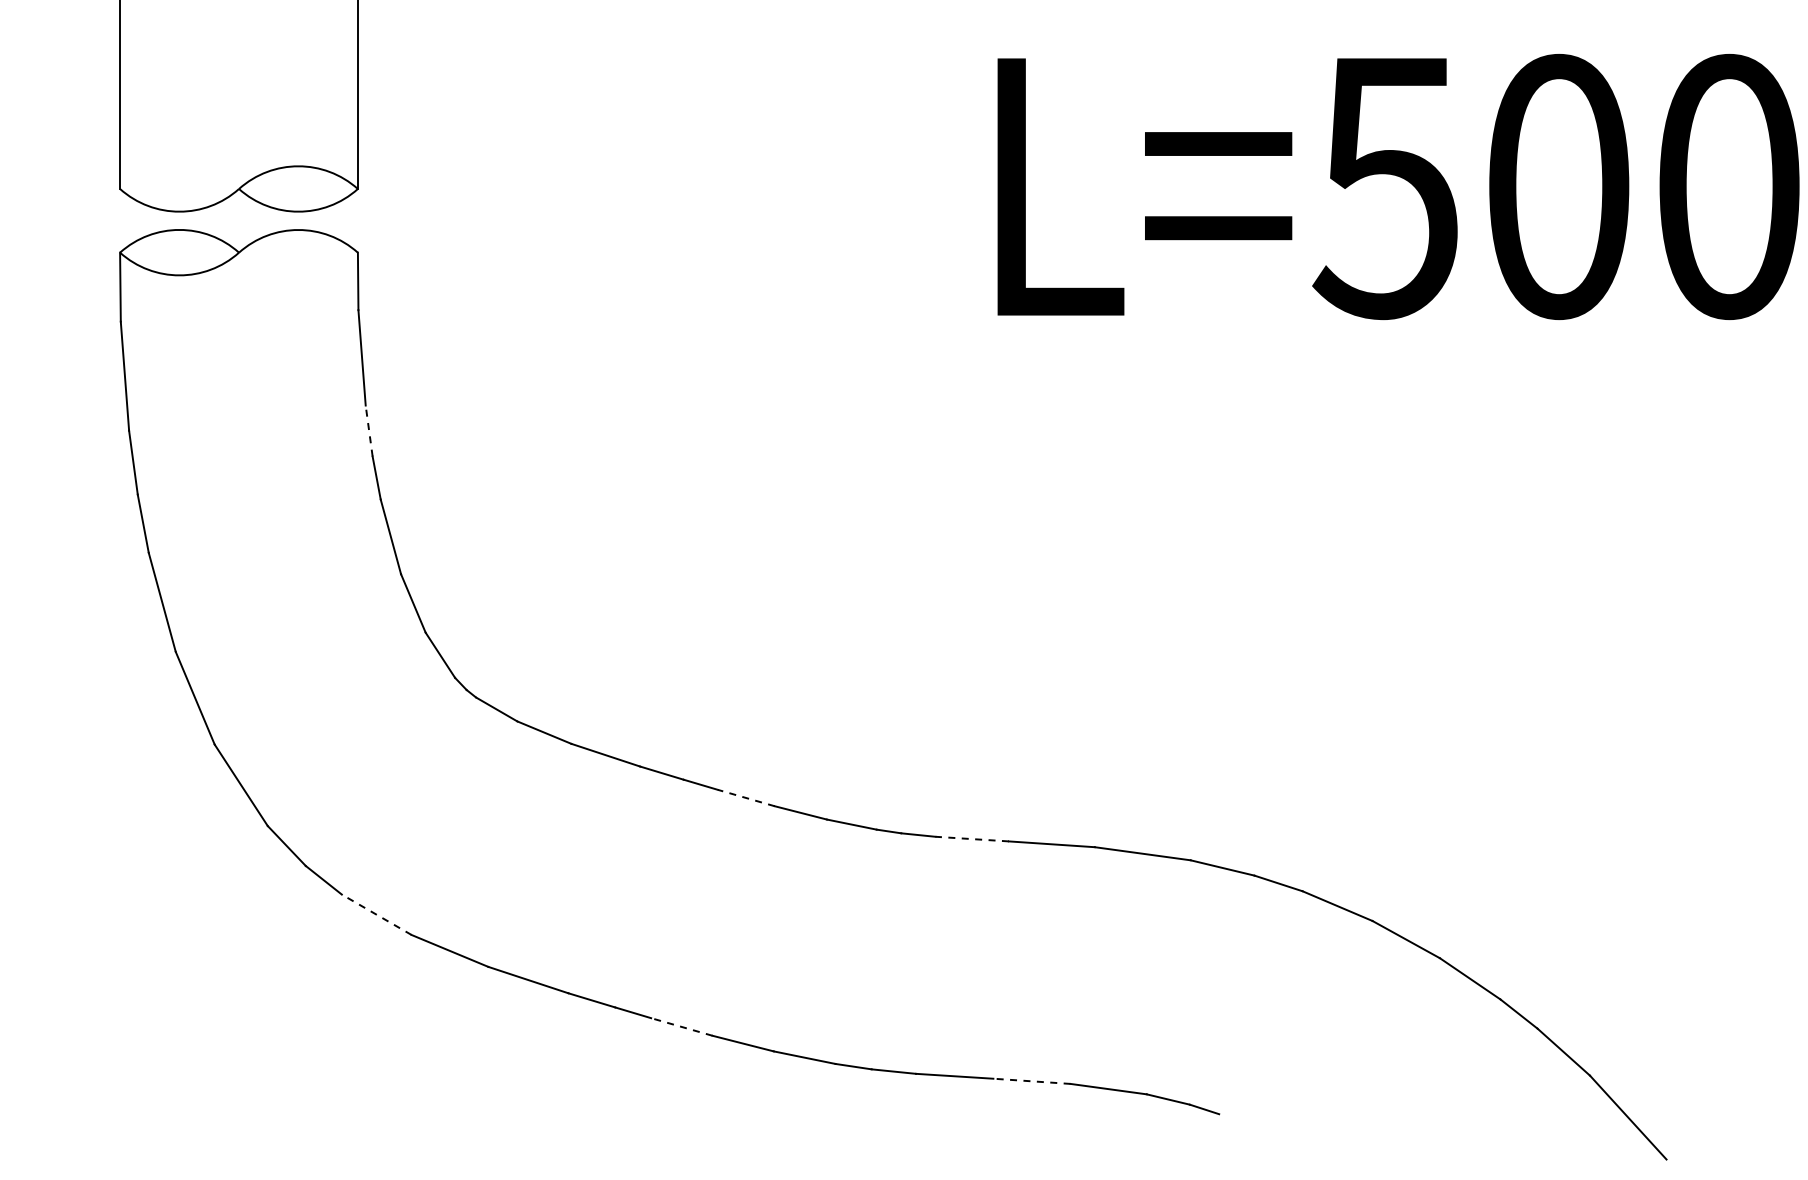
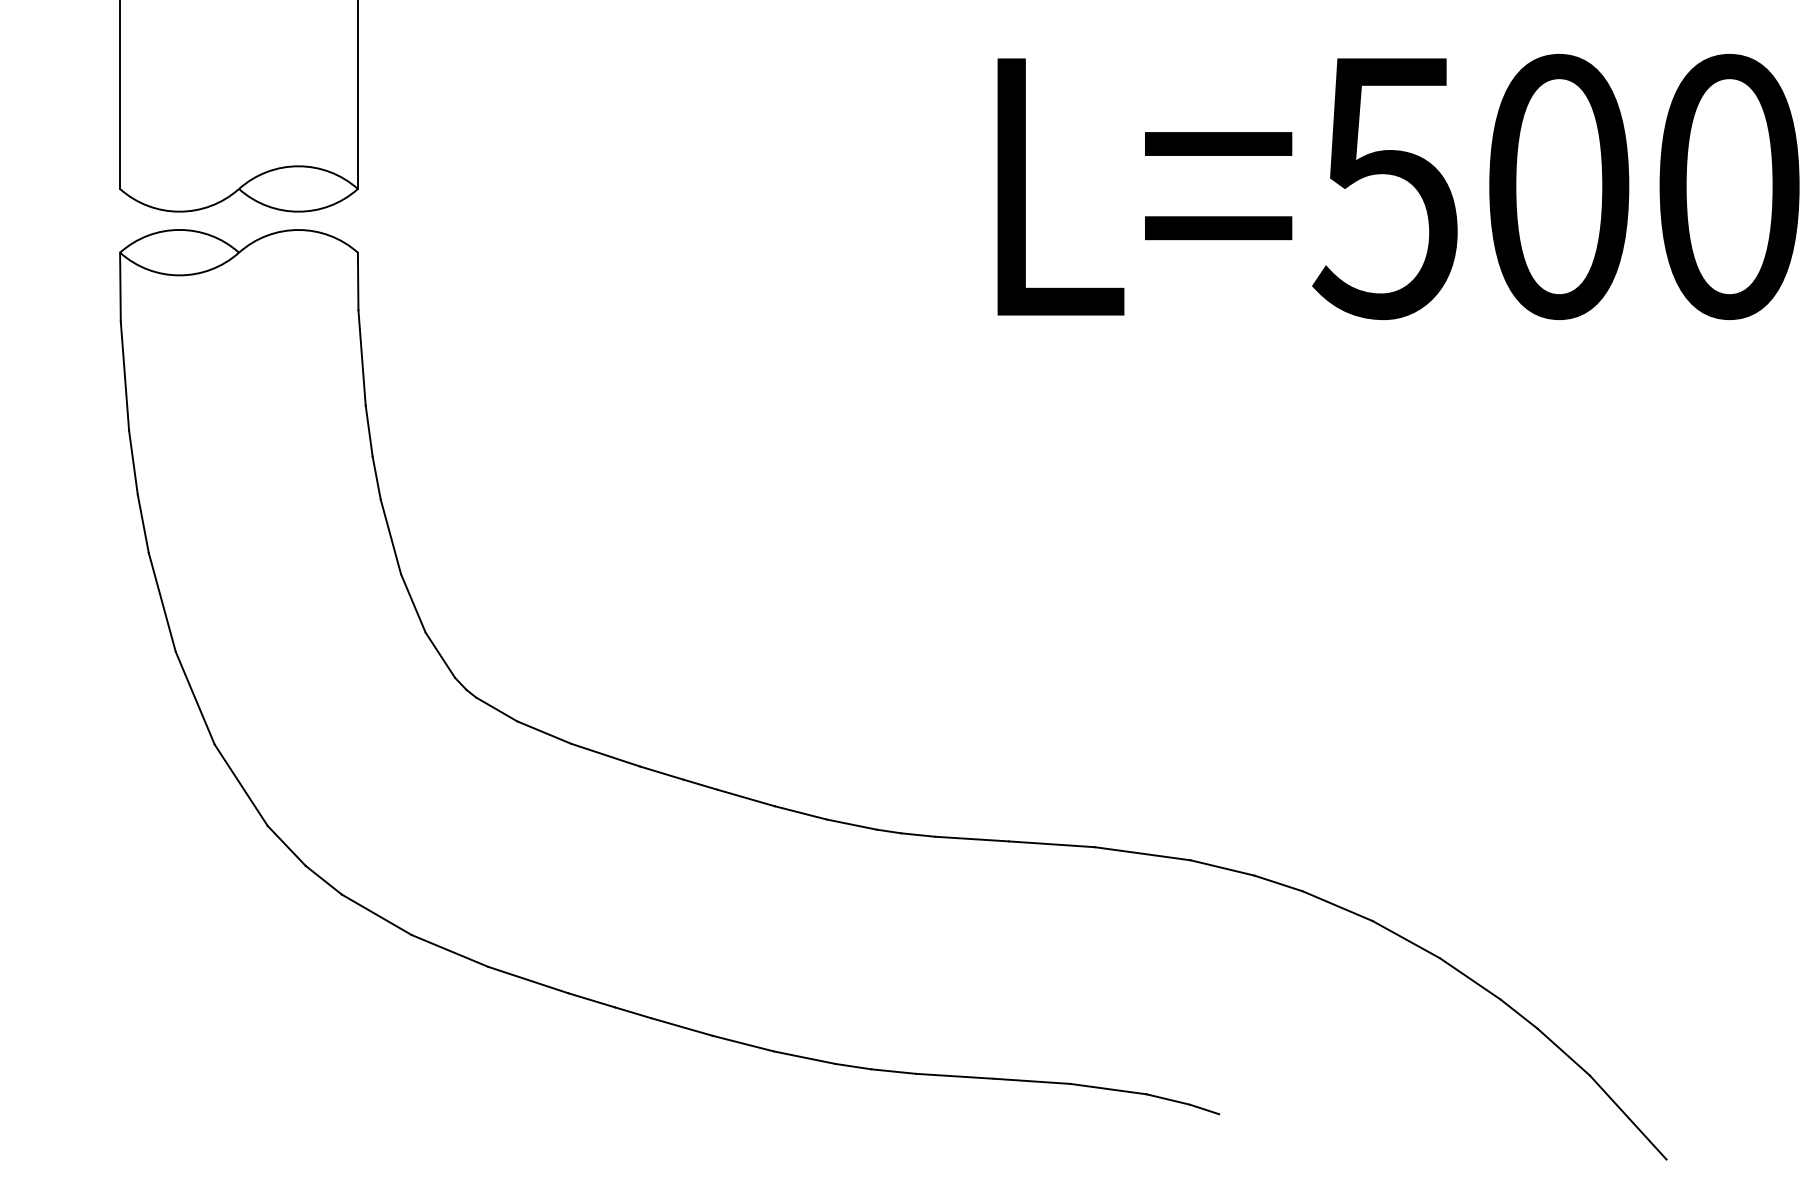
line at (369, 431): dashed -> solid
line at (746, 798): dashed -> solid
line at (972, 839): dashed -> solid
line at (376, 914): dashed -> solid
line at (681, 1026): dashed -> solid
line at (1032, 1081): dashed -> solid
